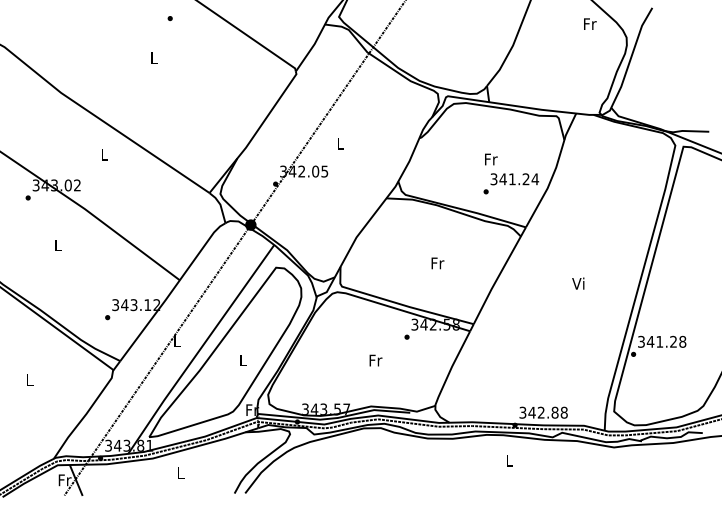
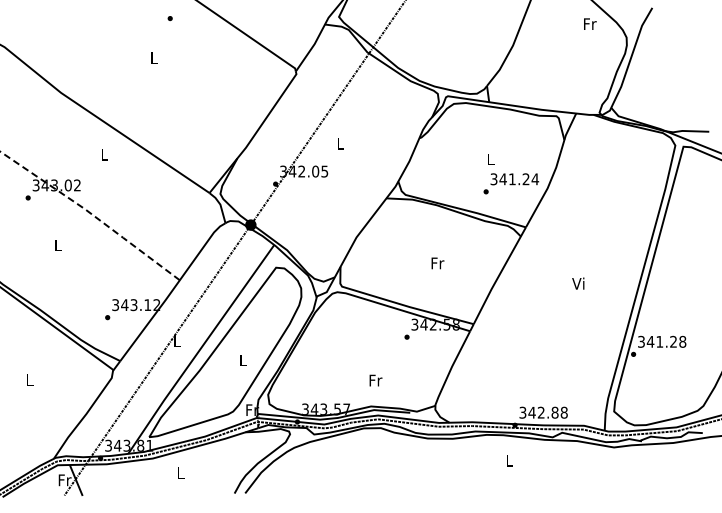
text at (491, 159): Fr -> L
line at (91, 213): solid -> dashed
text at (375, 360) position: (375, 360) -> (375, 380)
